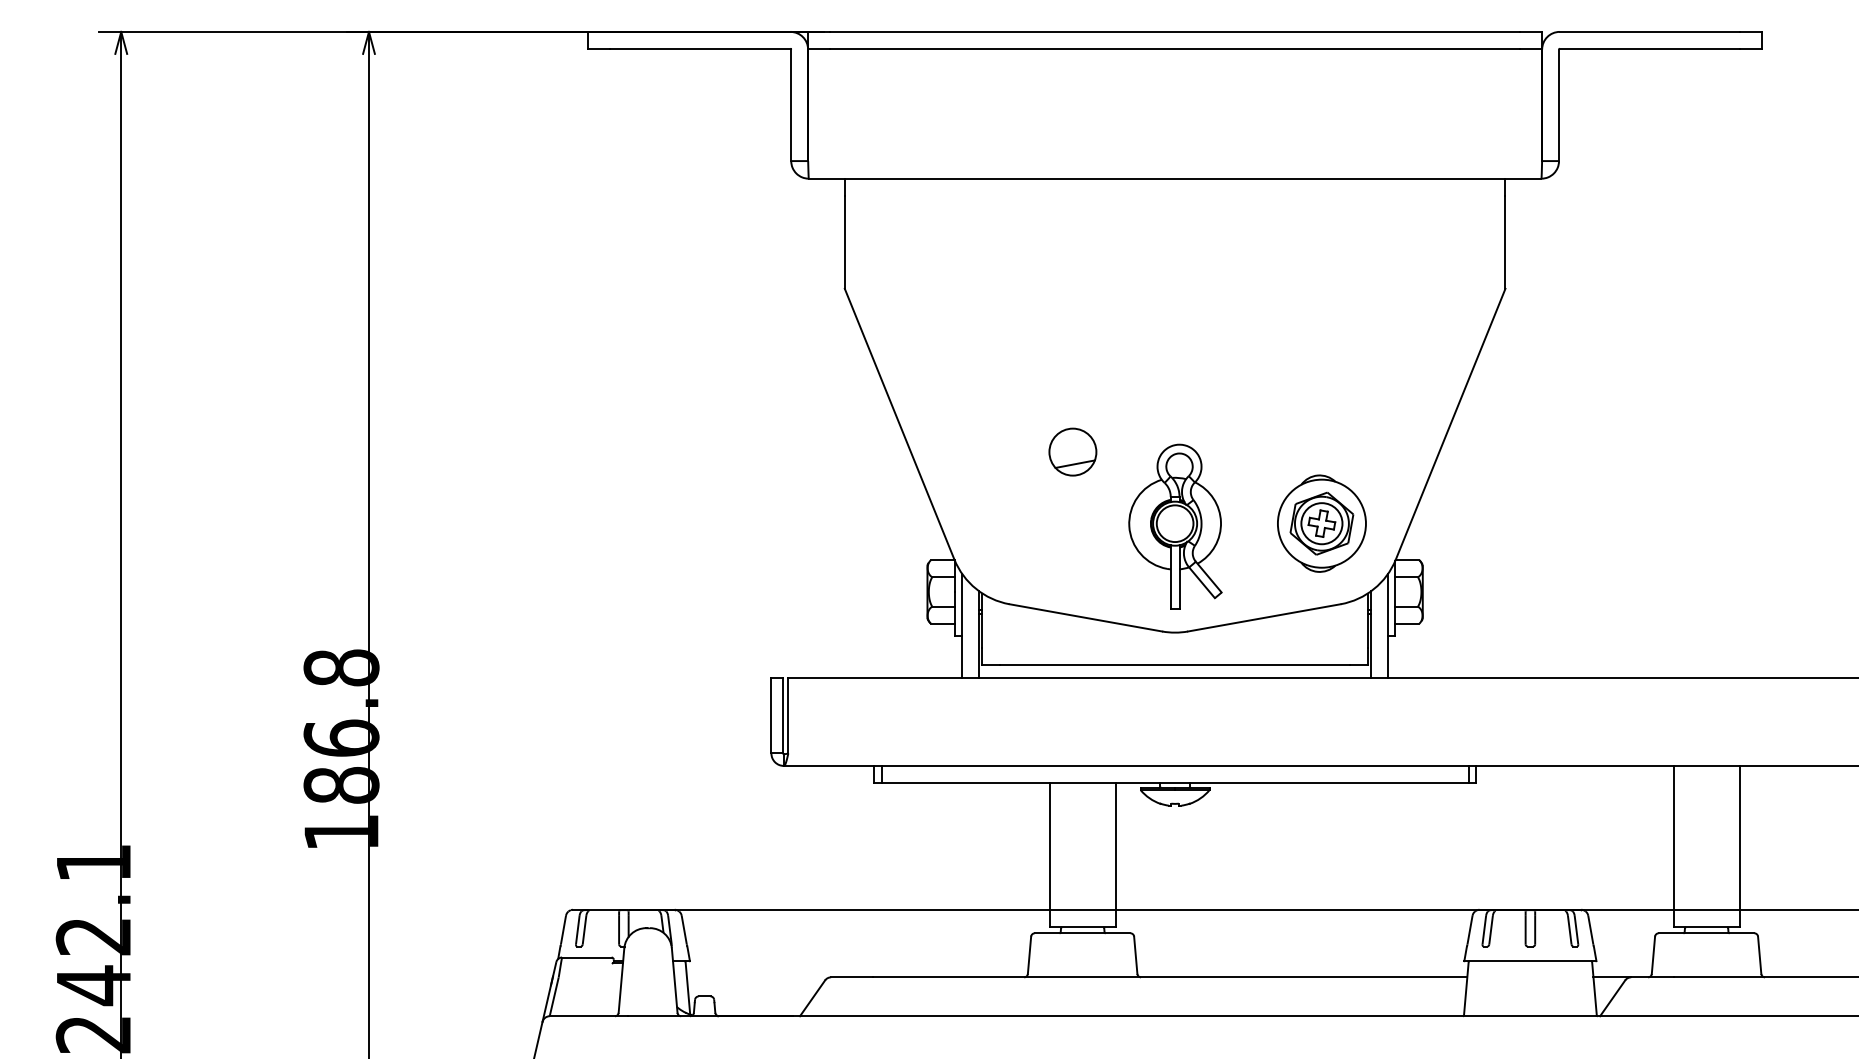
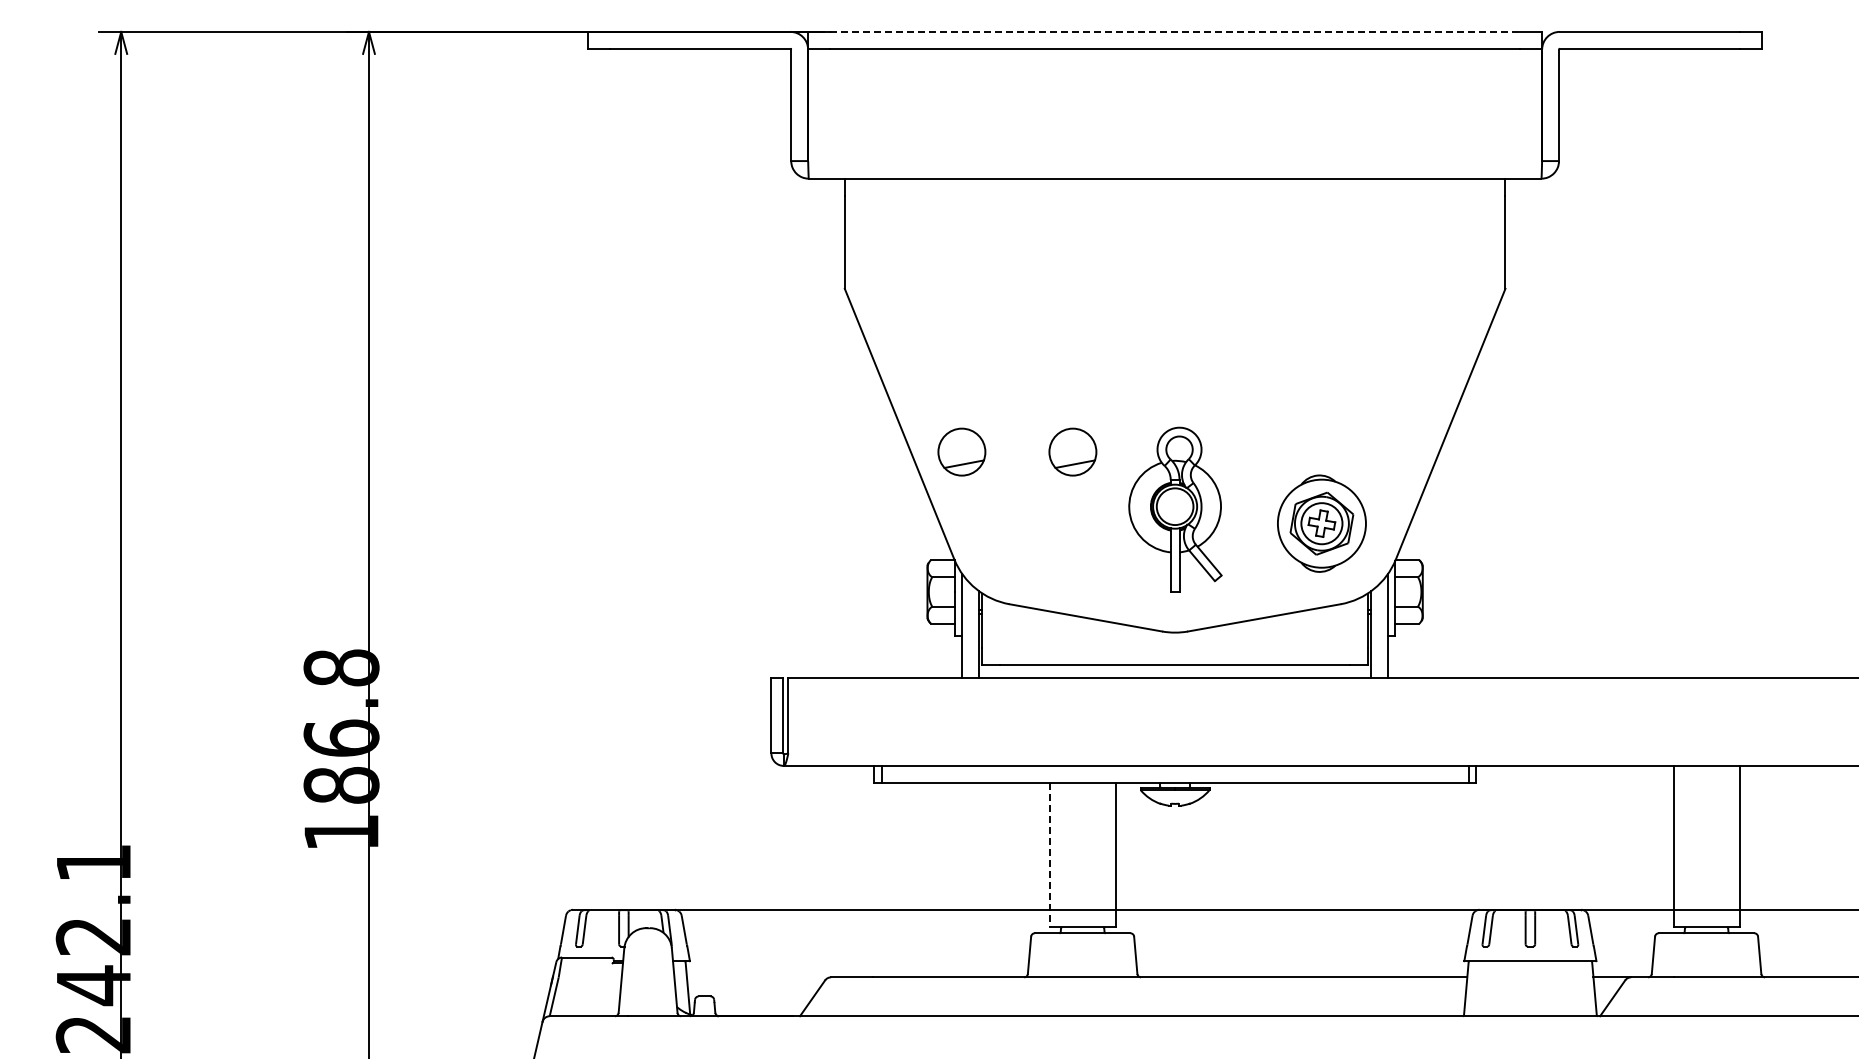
line at (1175, 31): solid -> dashed
part at (961, 451): none -> present
part at (1175, 526) position: (1175, 526) -> (1175, 509)
line at (1049, 855): solid -> dashed
